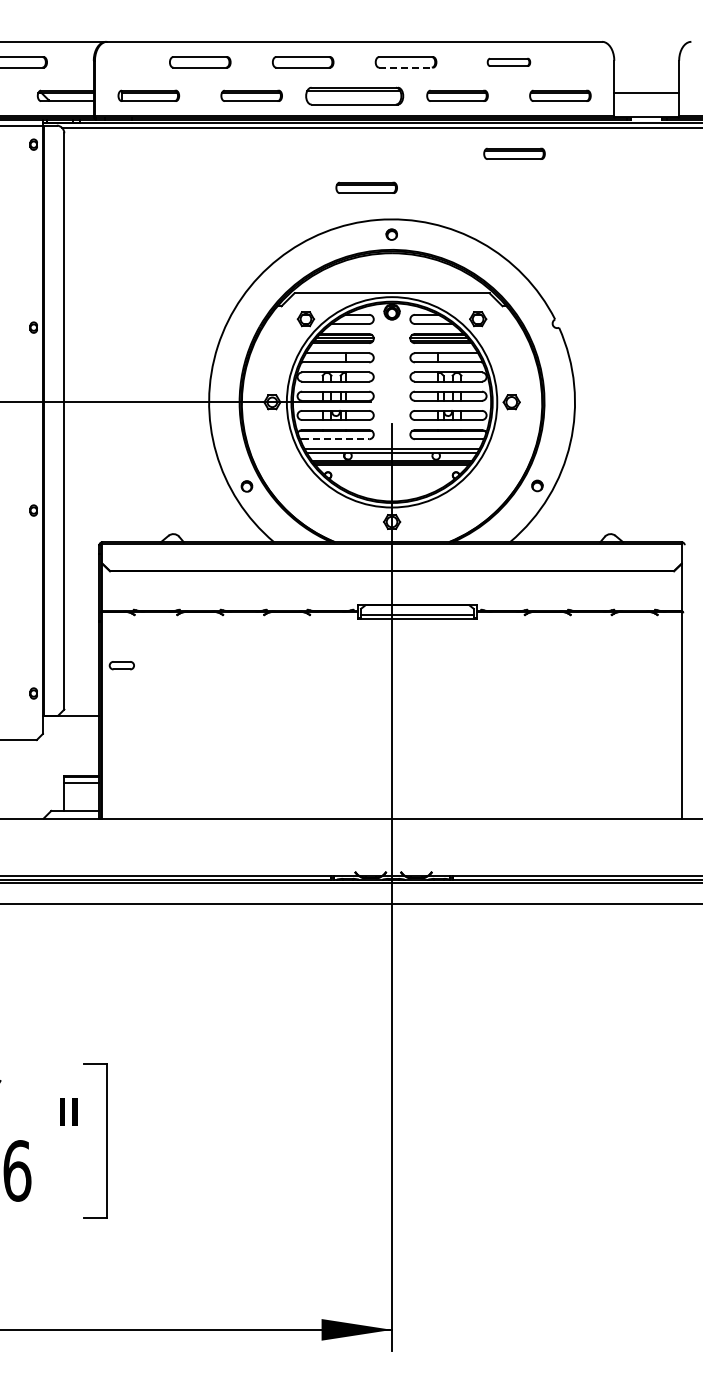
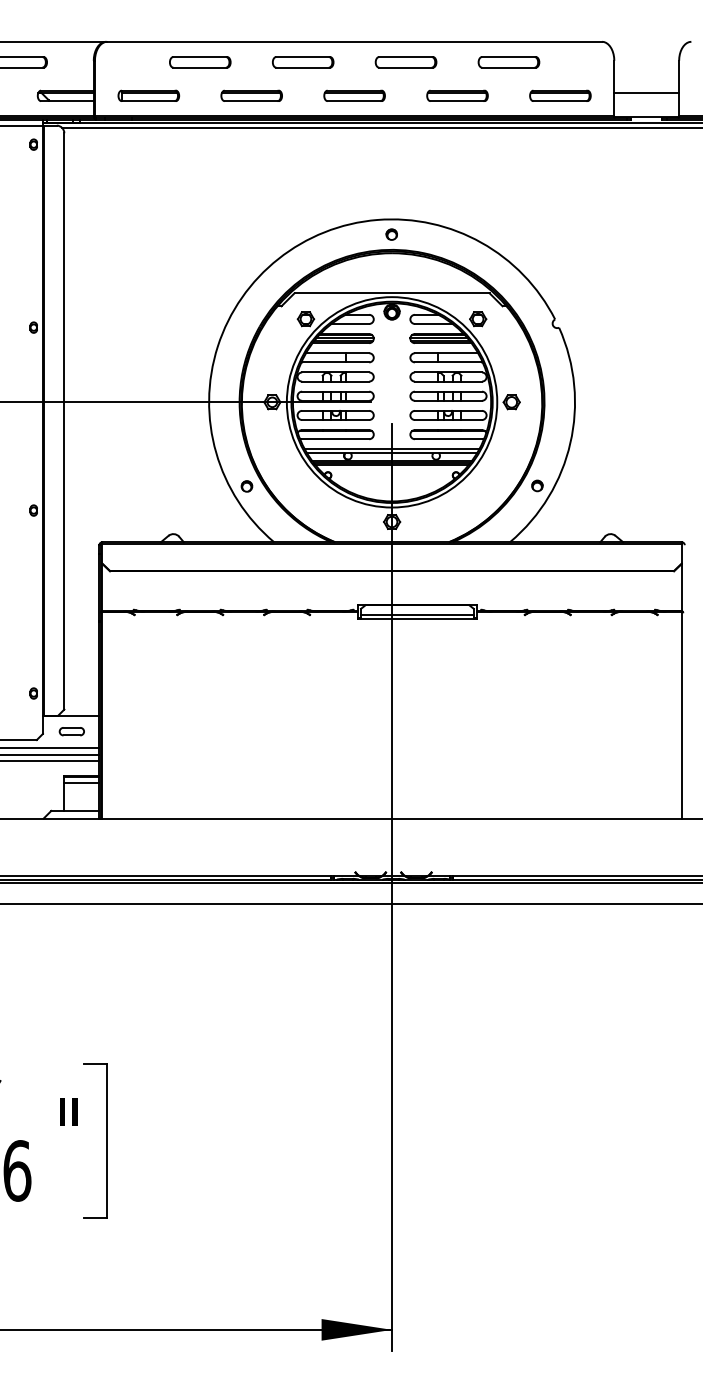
part at (508, 61) size: 46x10 px -> 64x13 px
line at (406, 67): dashed -> solid
part at (354, 95) size: 100x20 px -> 63x13 px
part at (514, 153): present -> none
part at (366, 187): present -> none
line at (335, 439): dashed -> solid
part at (121, 665) position: (121, 665) -> (71, 731)
line at (50, 748): none -> present
line at (50, 754): none -> present
line at (50, 760): none -> present
